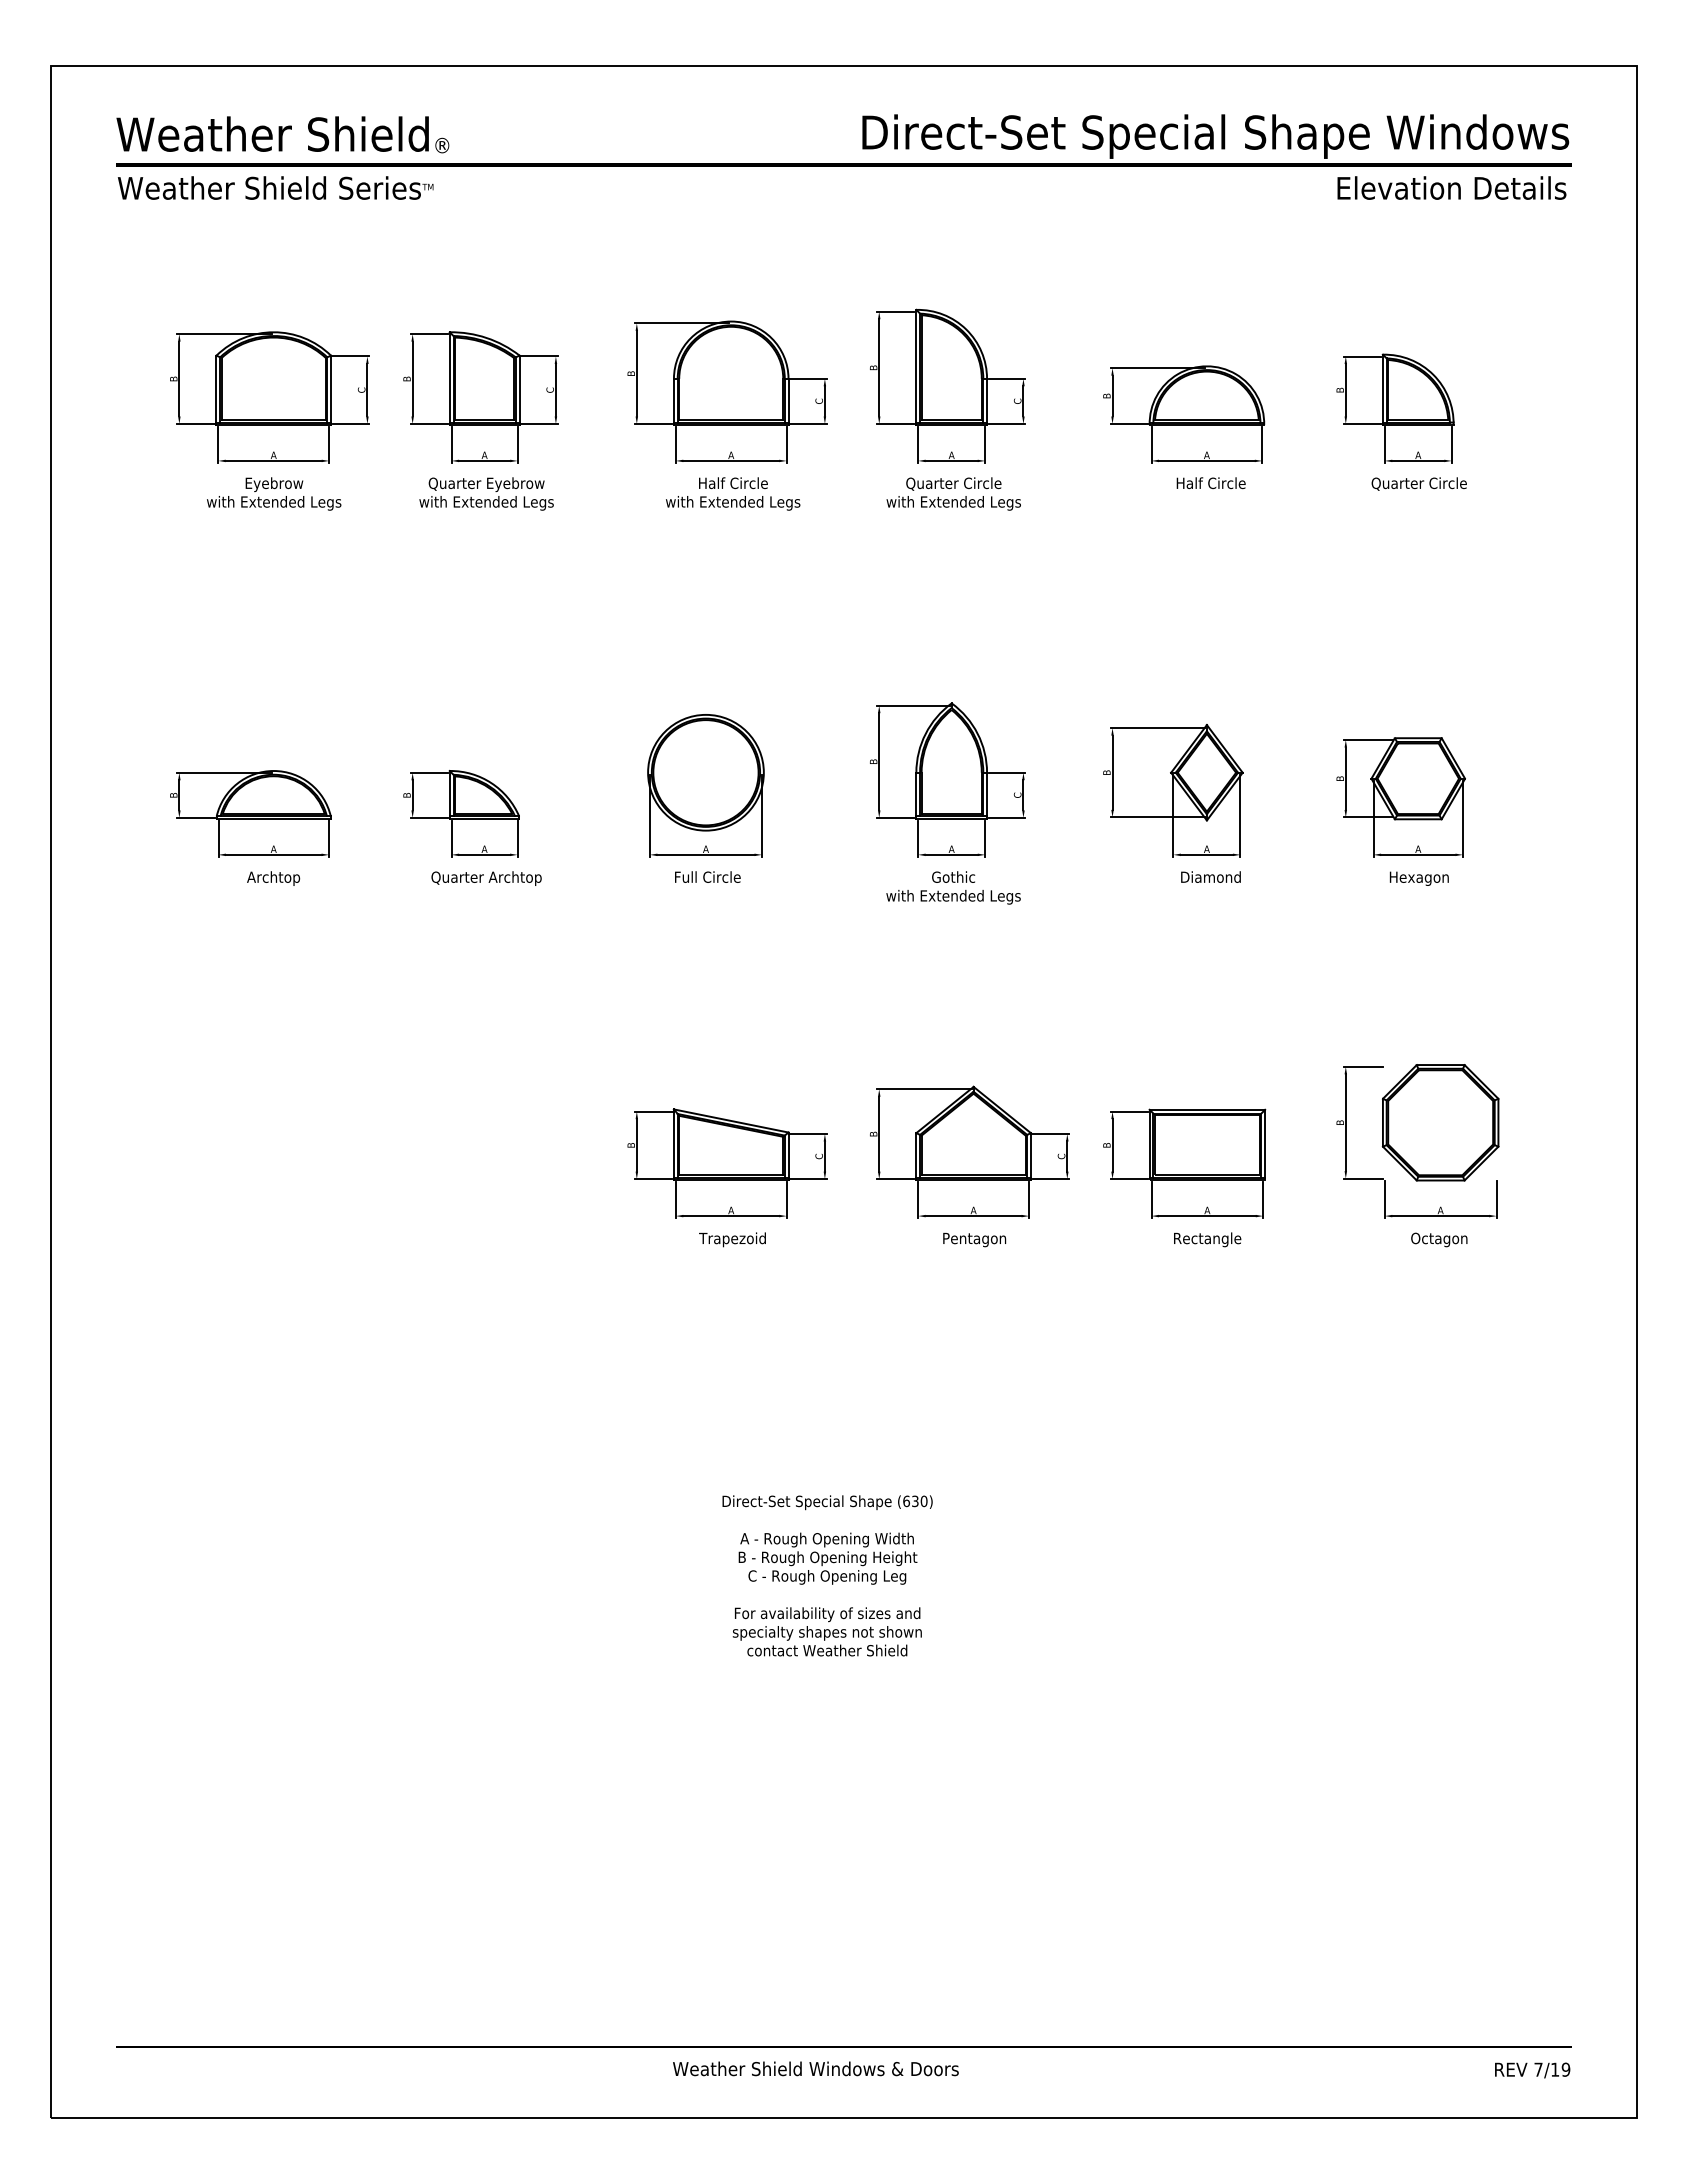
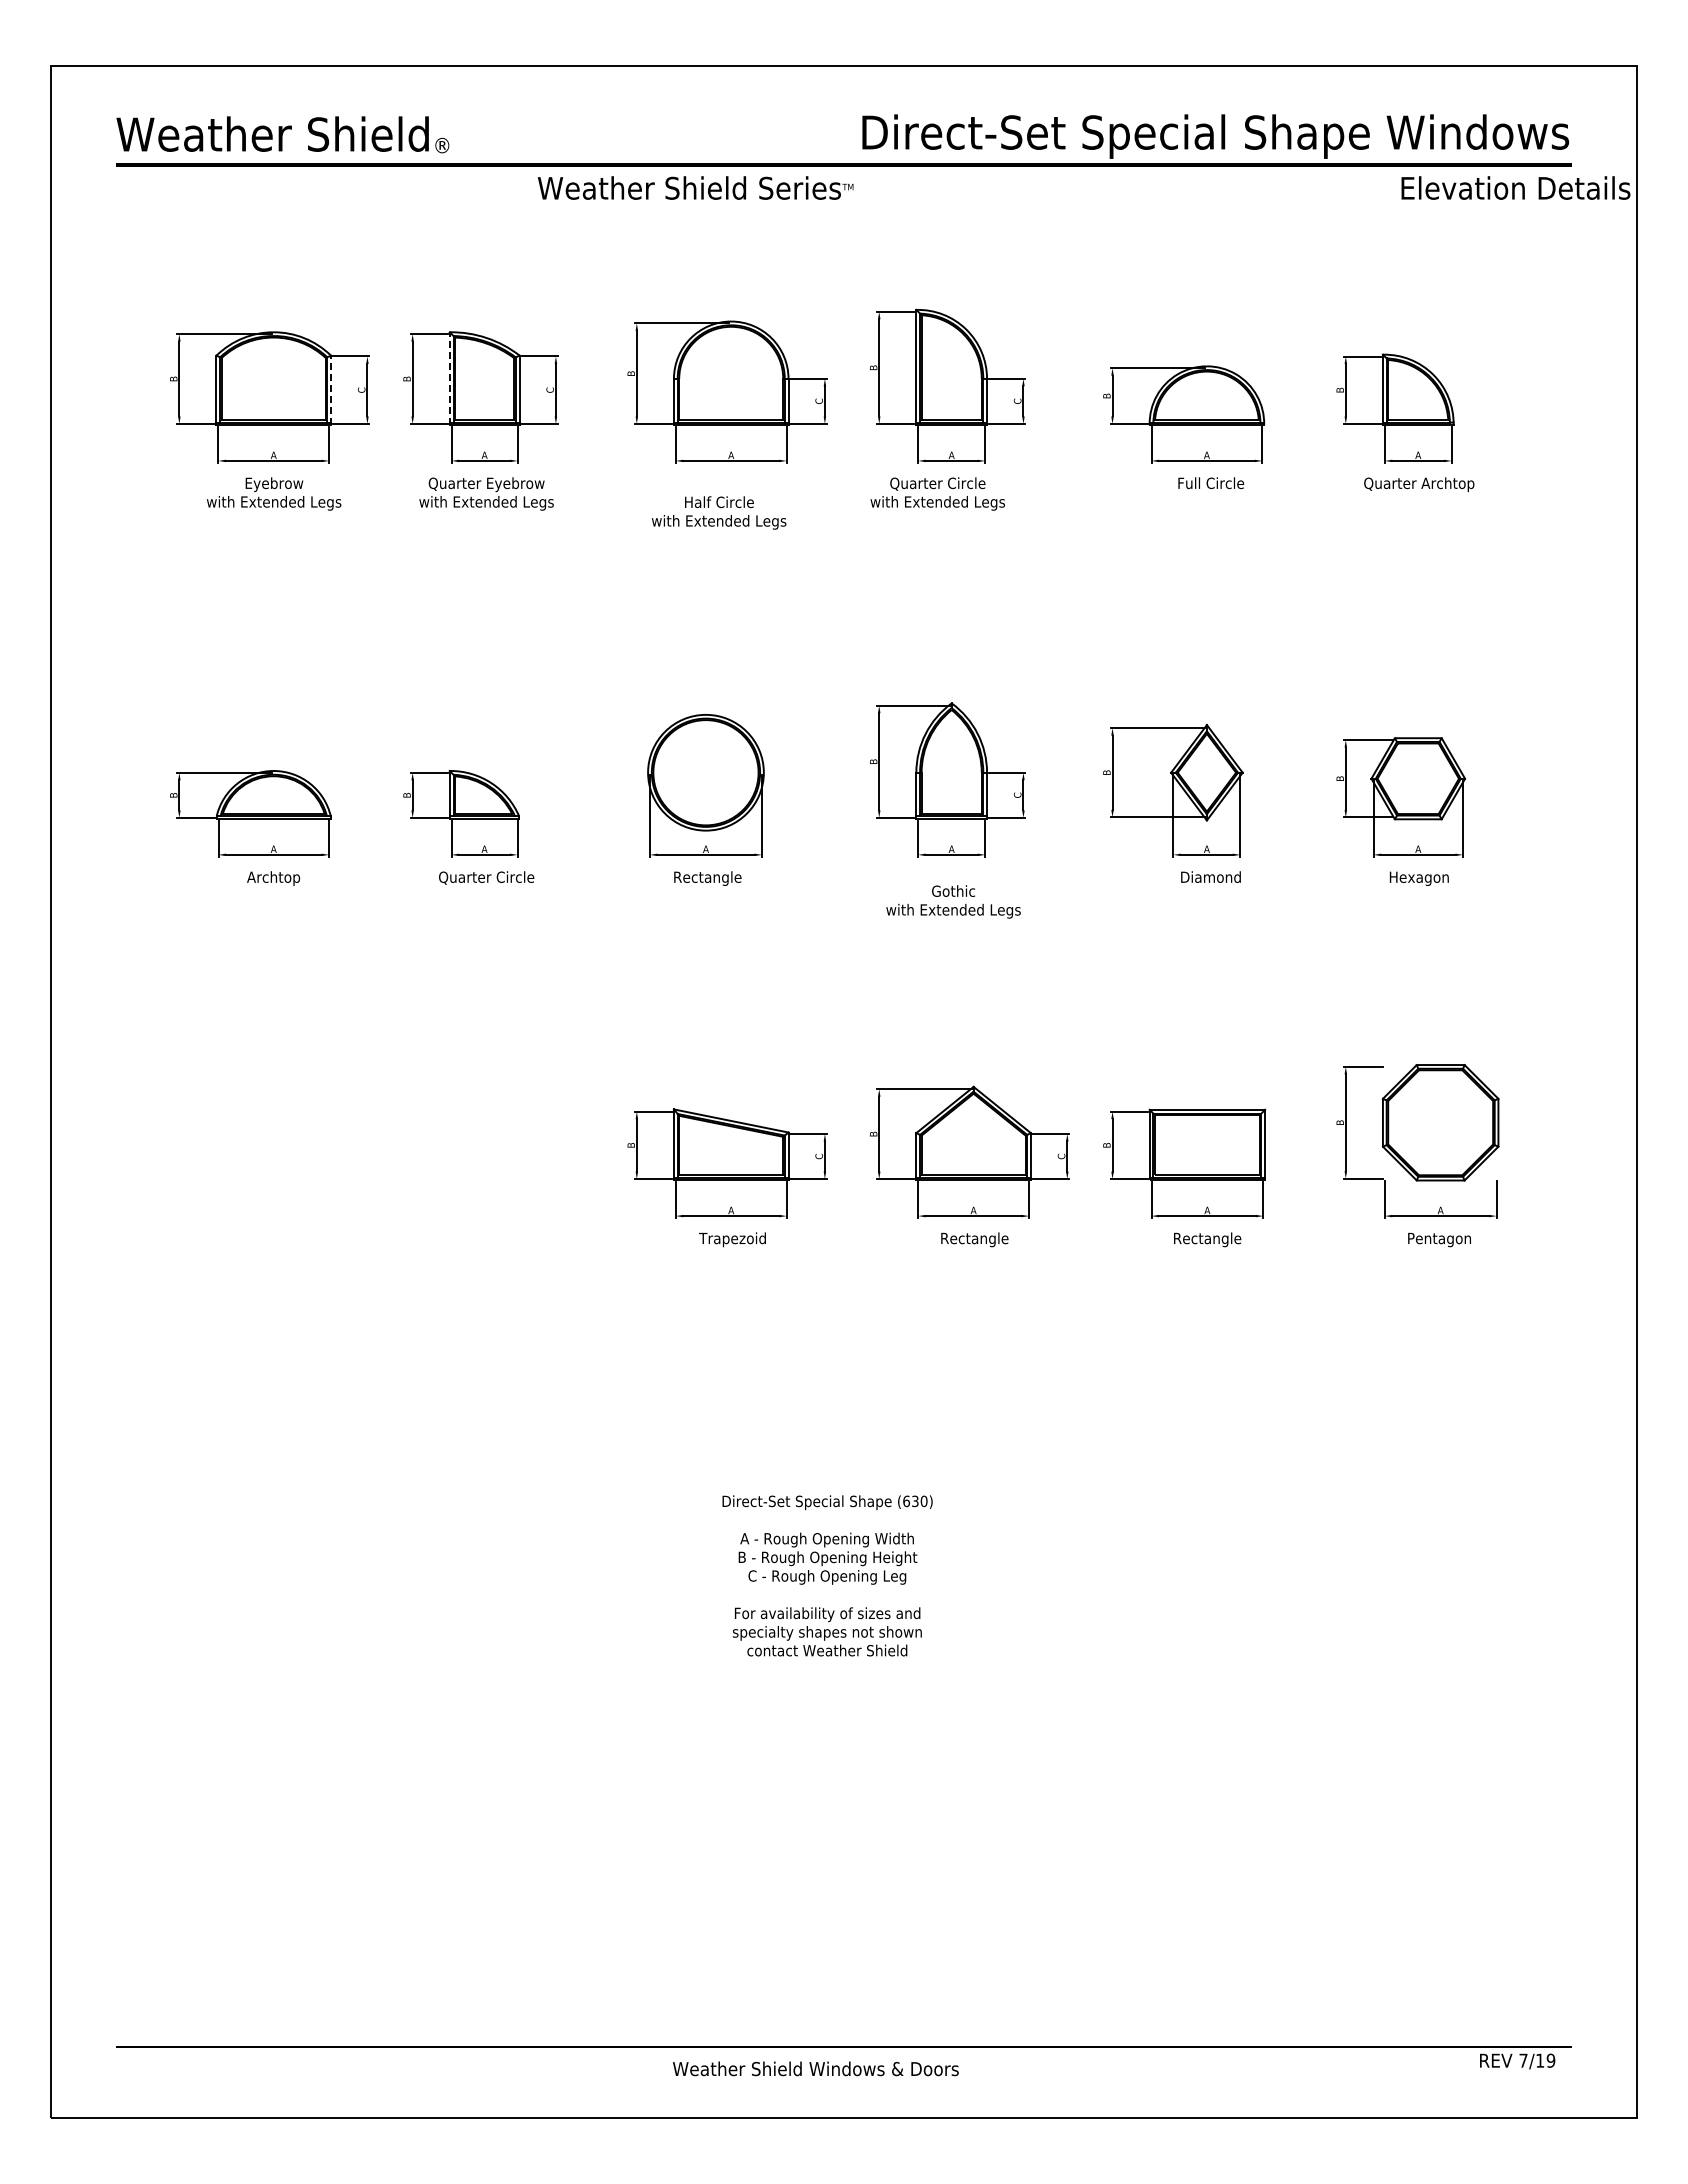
text at (275, 187) position: (275, 187) -> (695, 187)
text at (1451, 187) position: (1451, 187) -> (1515, 187)
line at (449, 378): solid -> dashed
line at (331, 390): solid -> dashed
text at (1210, 483): Half Circle -> Full Circle
text at (1419, 484): Quarter Circle -> Quarter Archtop
text at (733, 493) position: (733, 493) -> (719, 512)
text at (953, 493) position: (953, 493) -> (937, 493)
text at (486, 878): Quarter Archtop -> Quarter Circle
text at (707, 878): Full Circle -> Rectangle
text at (953, 887) position: (953, 887) -> (953, 901)
text at (974, 1239): Pentagon -> Rectangle
text at (1439, 1239): Octagon -> Pentagon
text at (1532, 2070) position: (1532, 2070) -> (1517, 2061)
